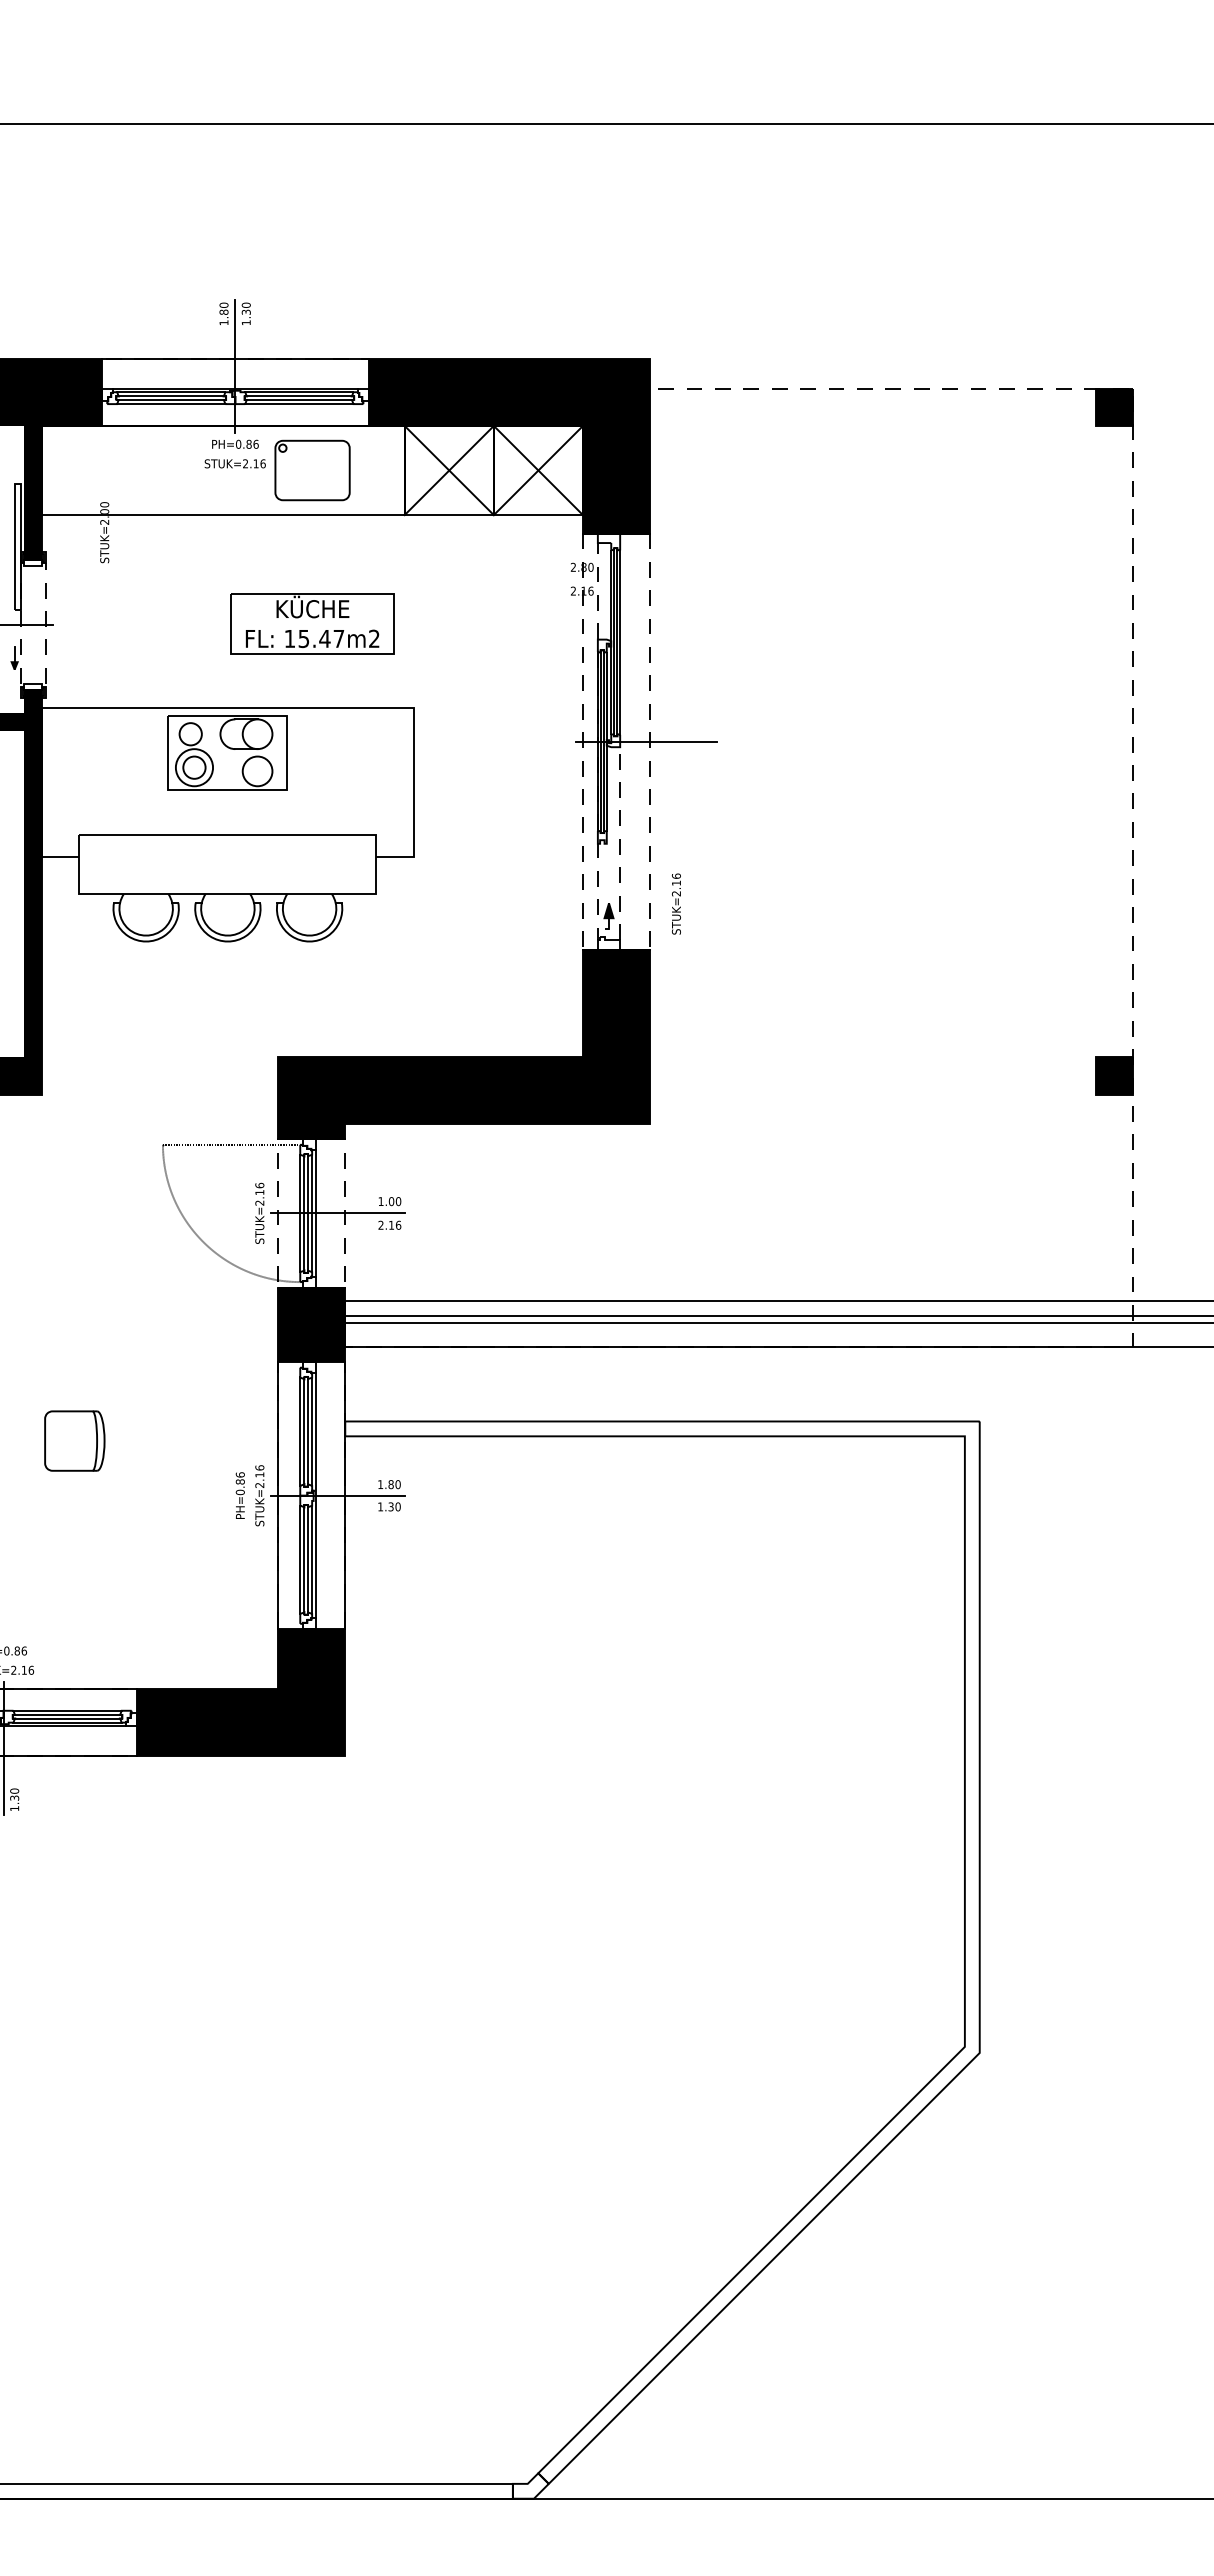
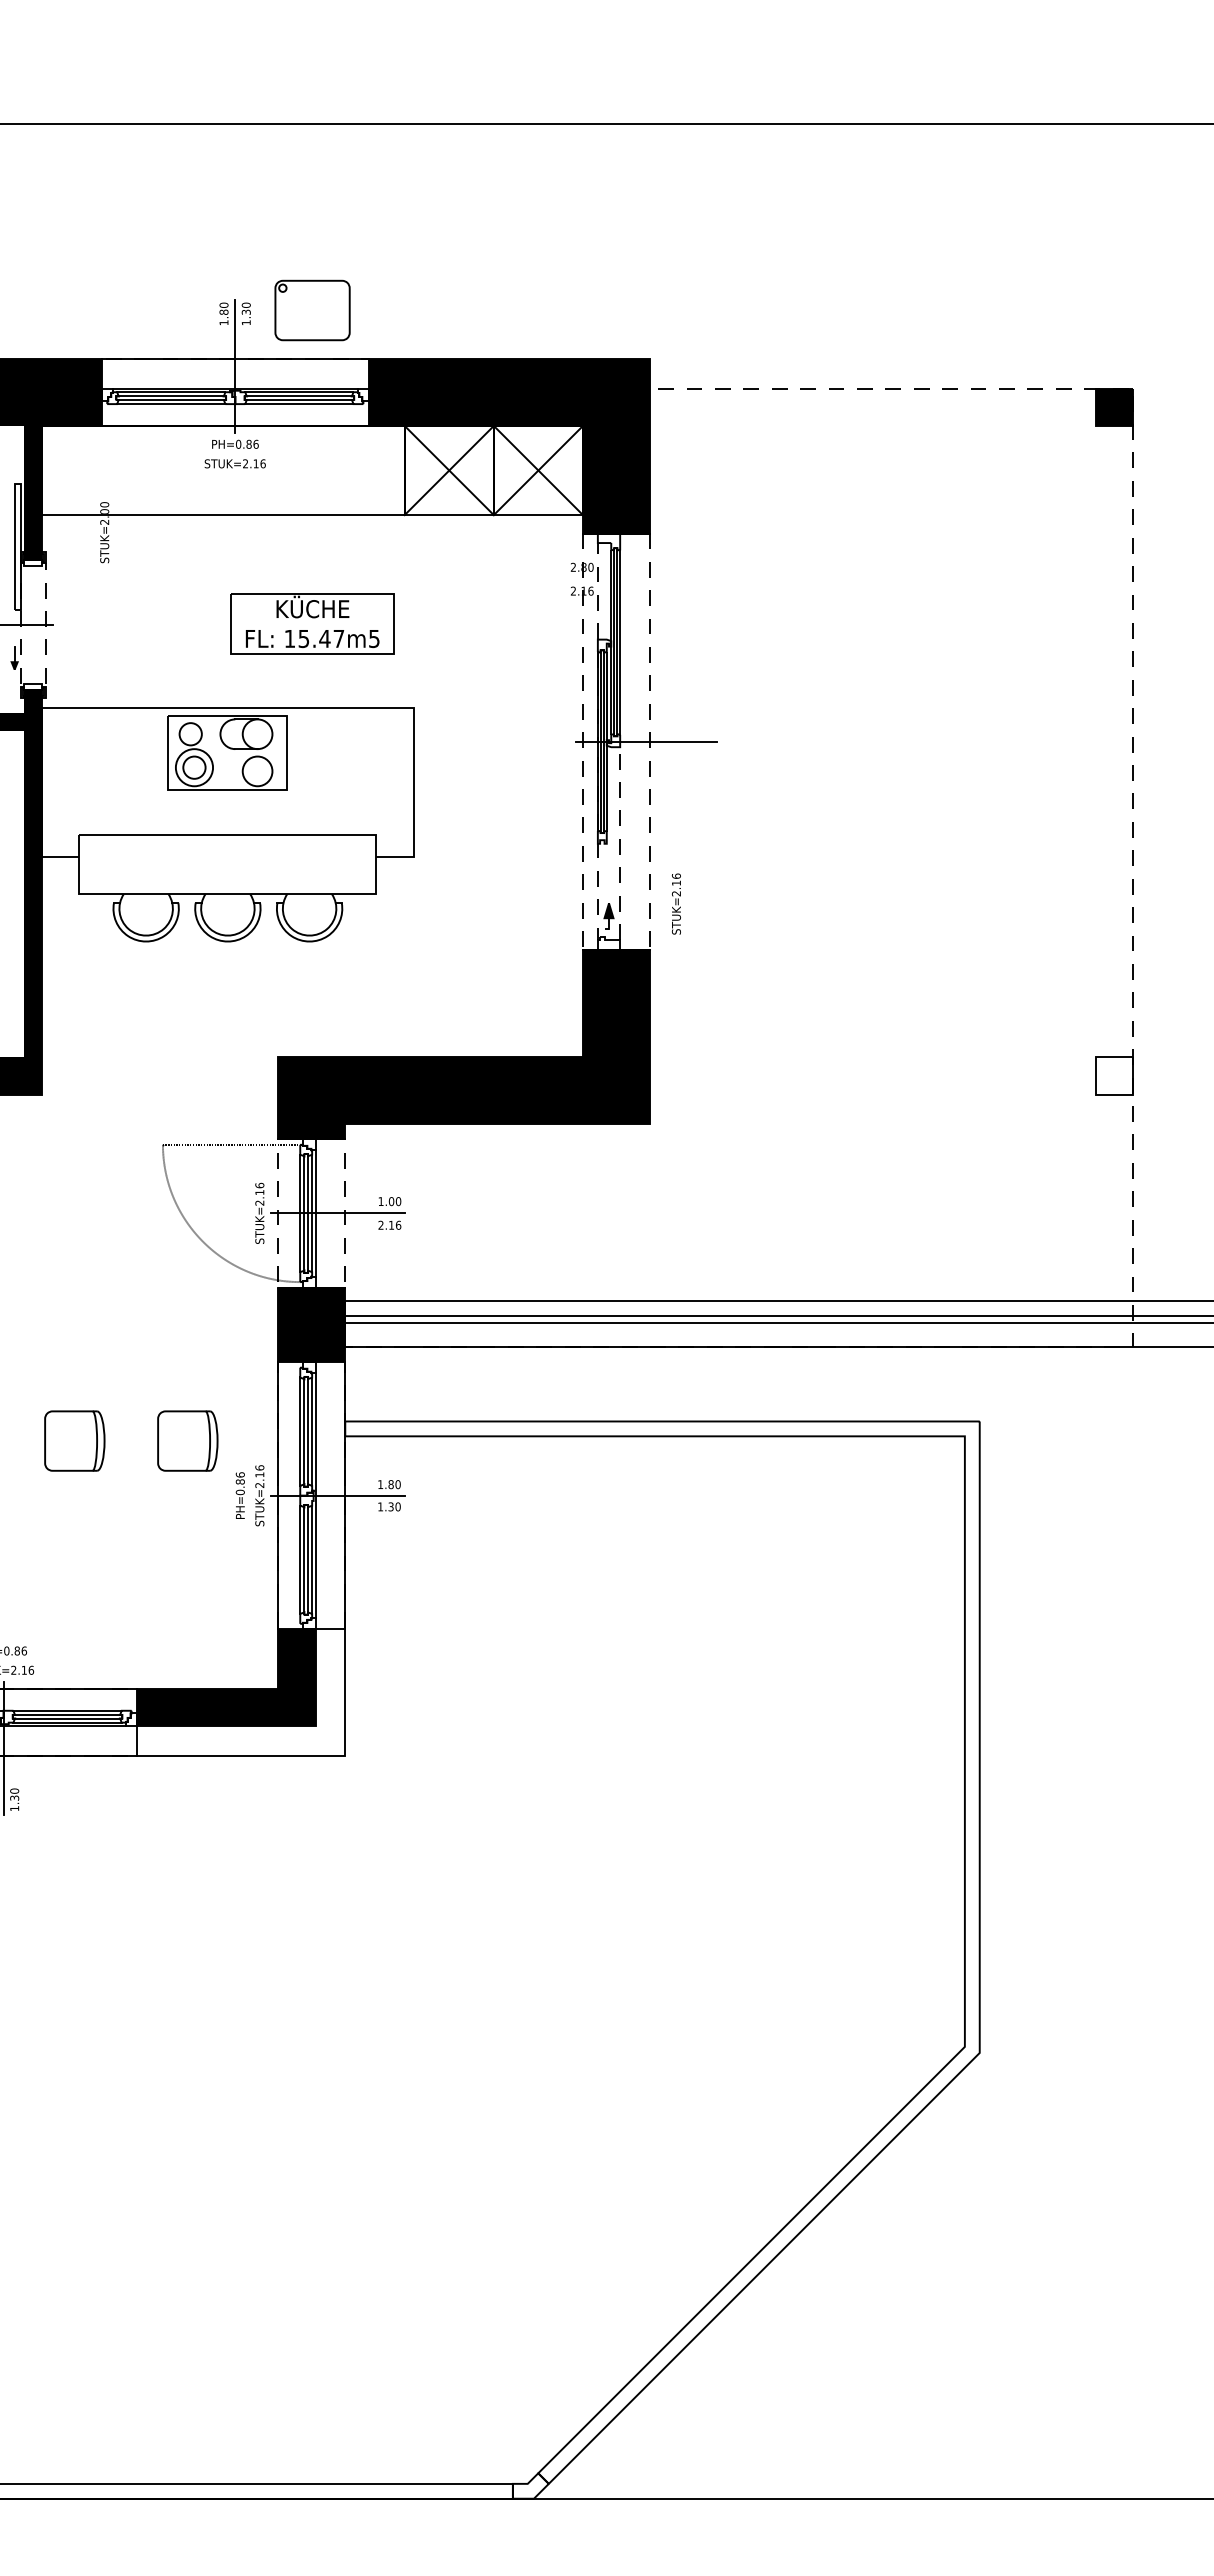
part at (312, 470) position: (312, 470) -> (312, 310)
text at (374, 638): 15.47m2 -> 15.47m5
fill at (1113, 1075): present -> none
part at (187, 1440): none -> present
fill at (241, 1692): present -> none
